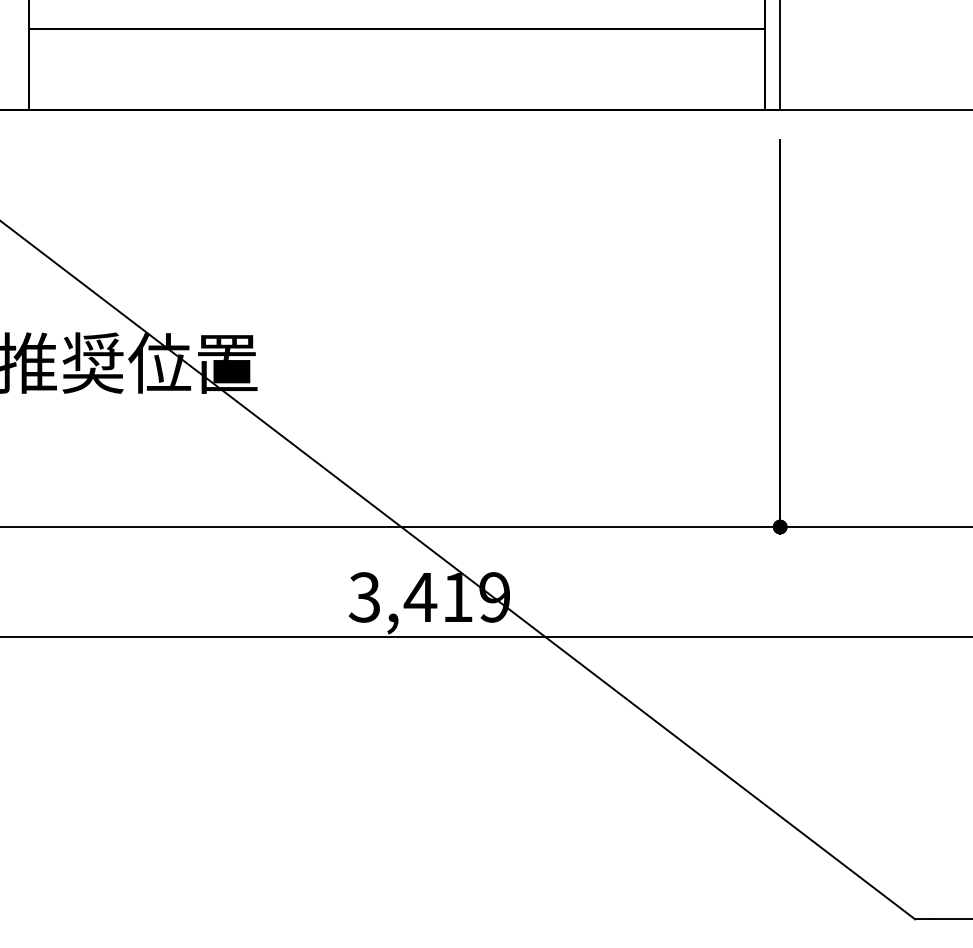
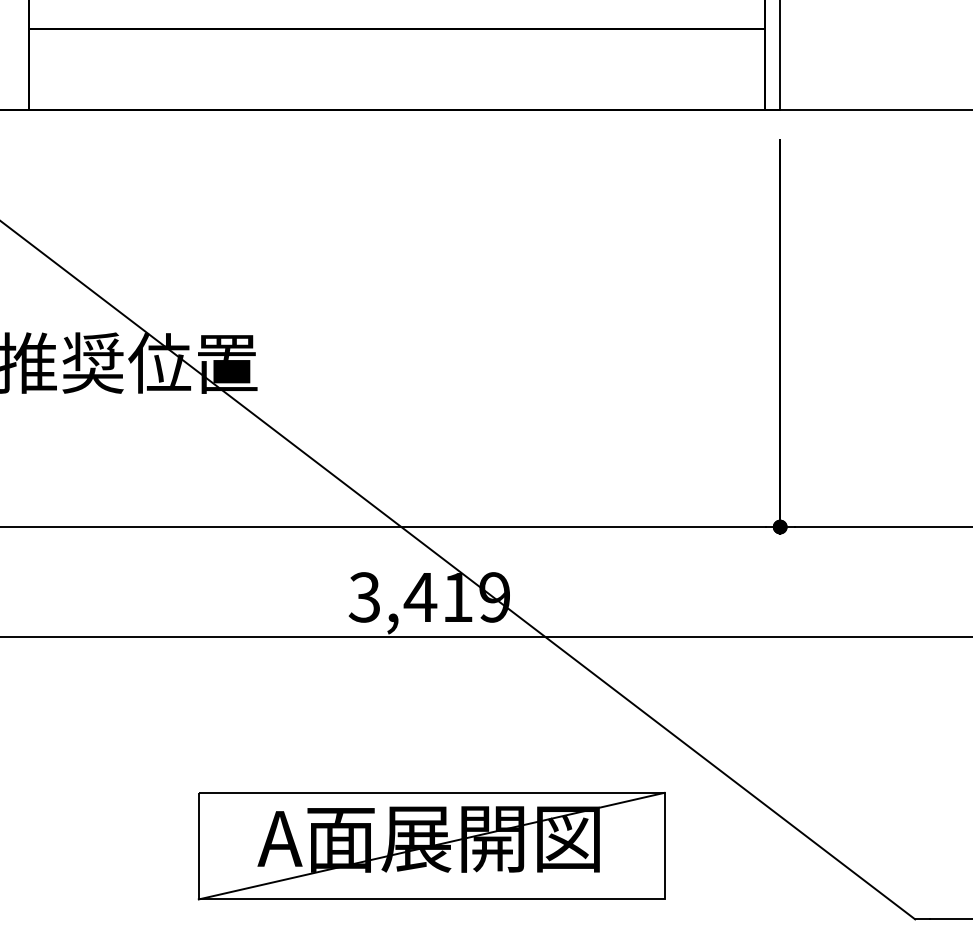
part at (431, 846): none -> present
